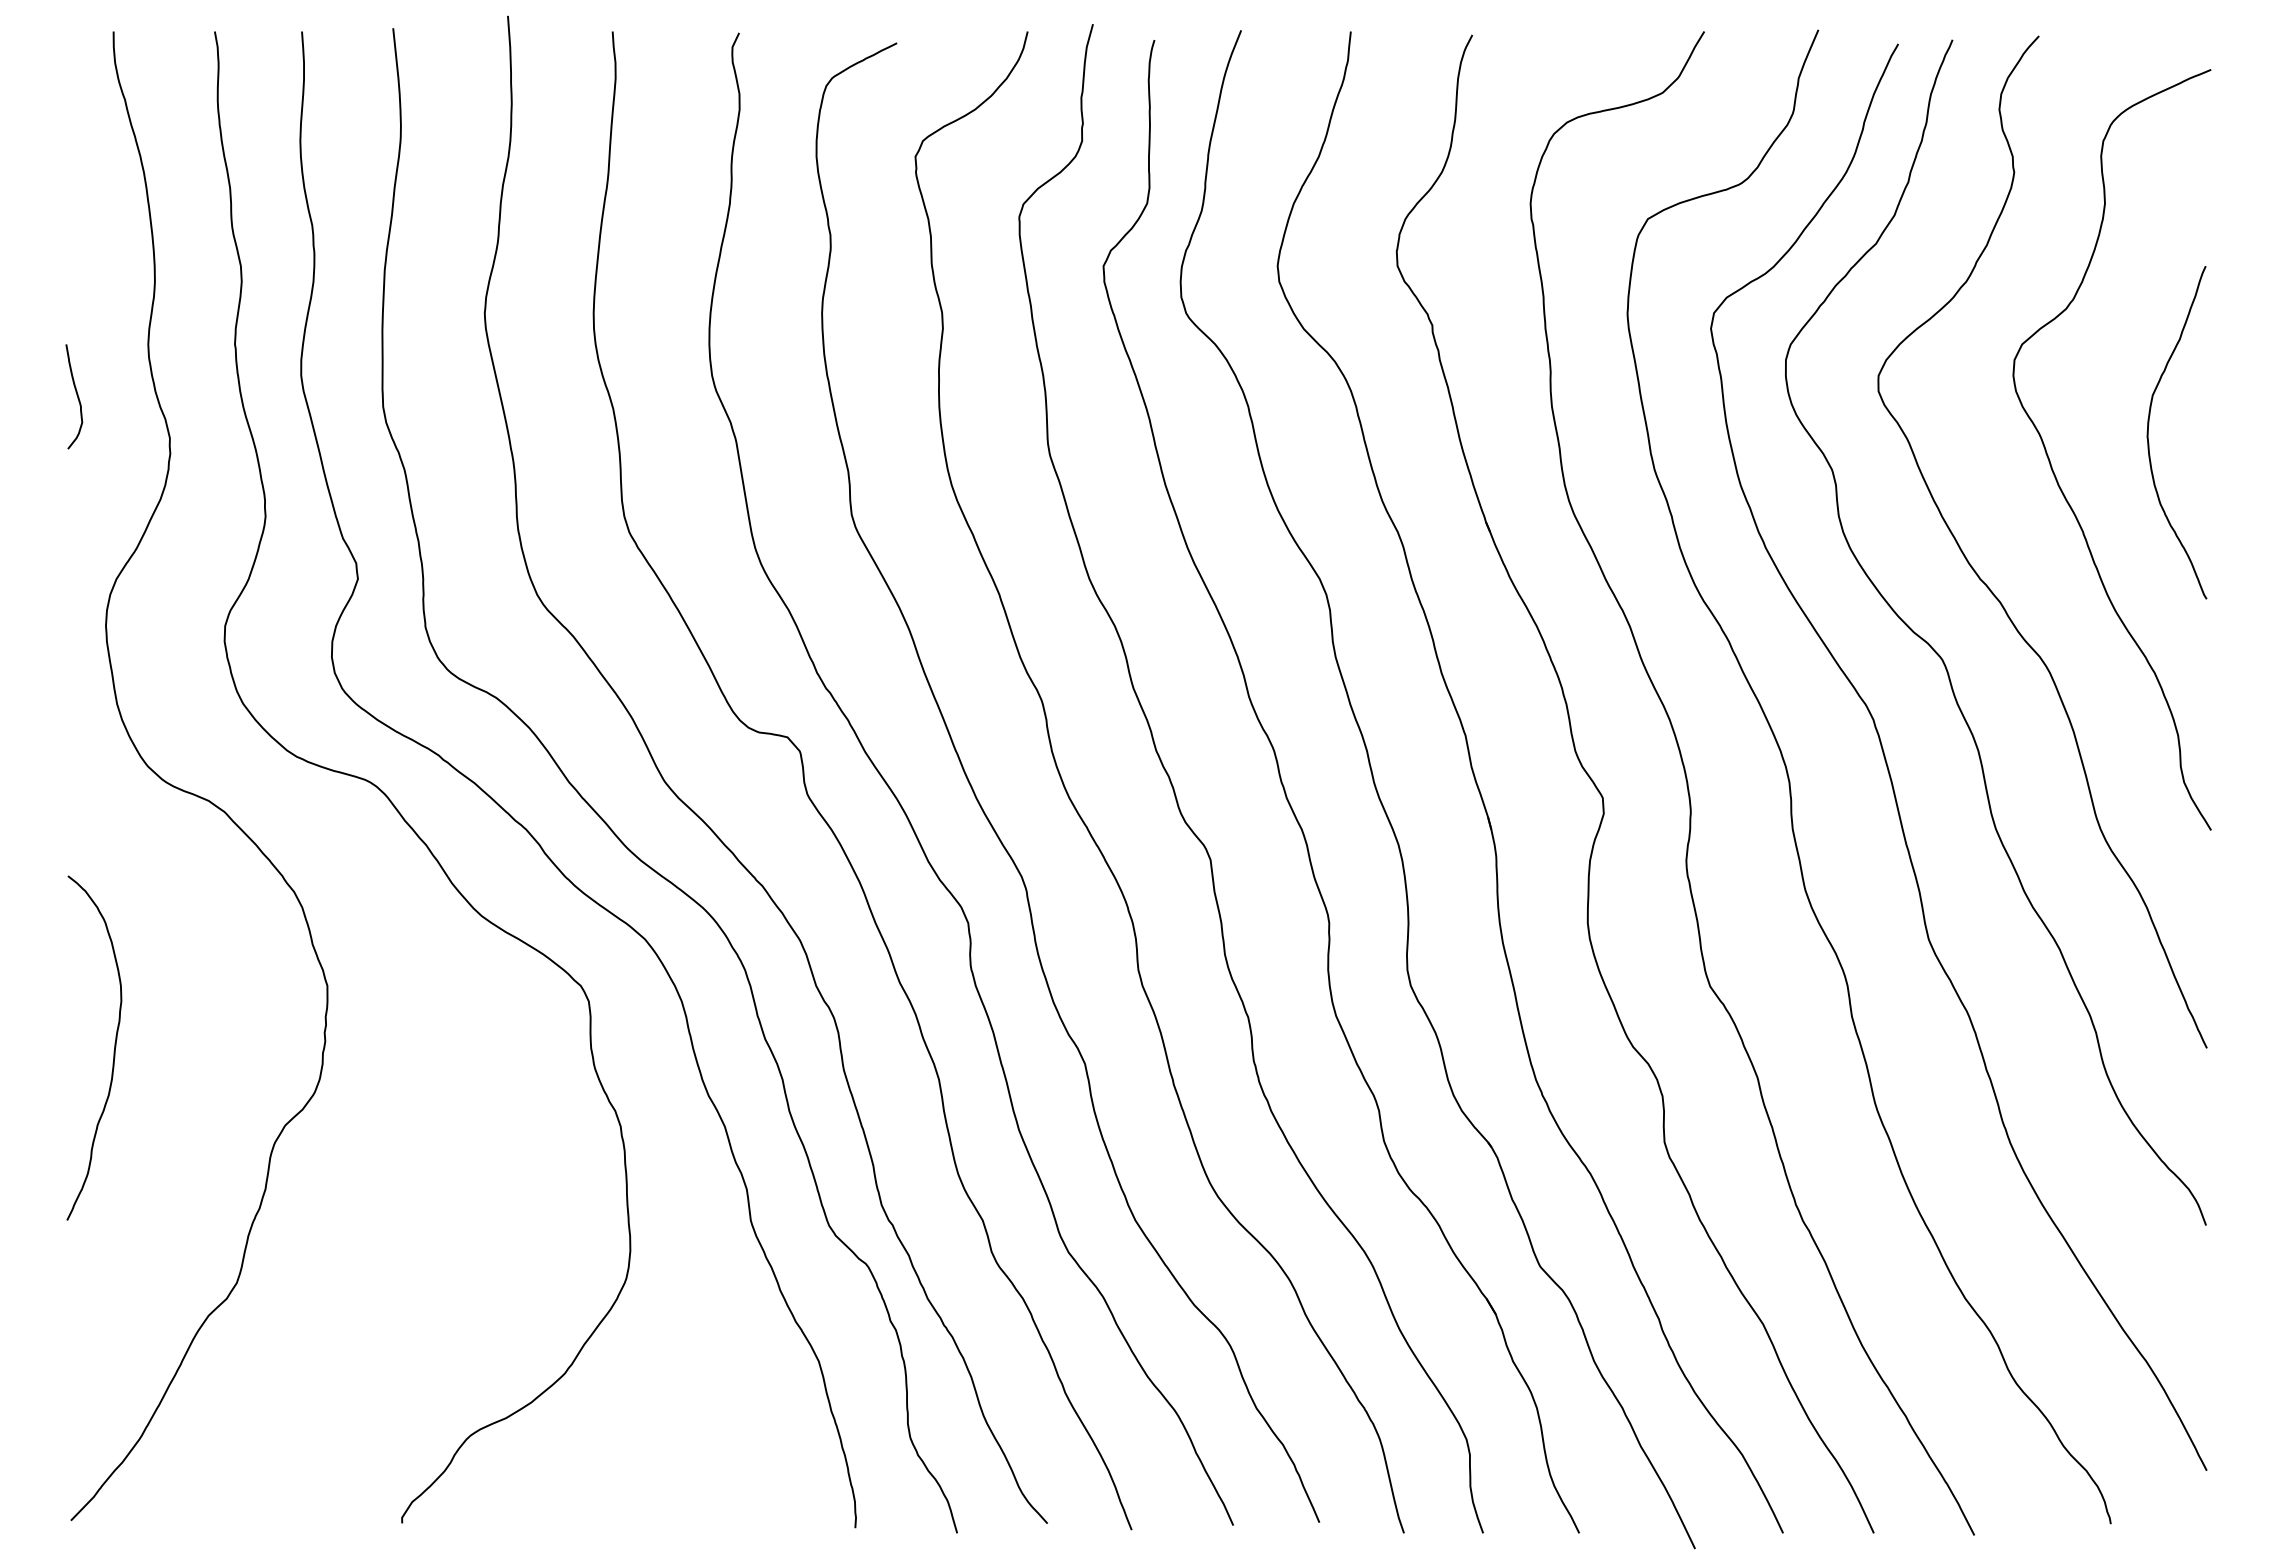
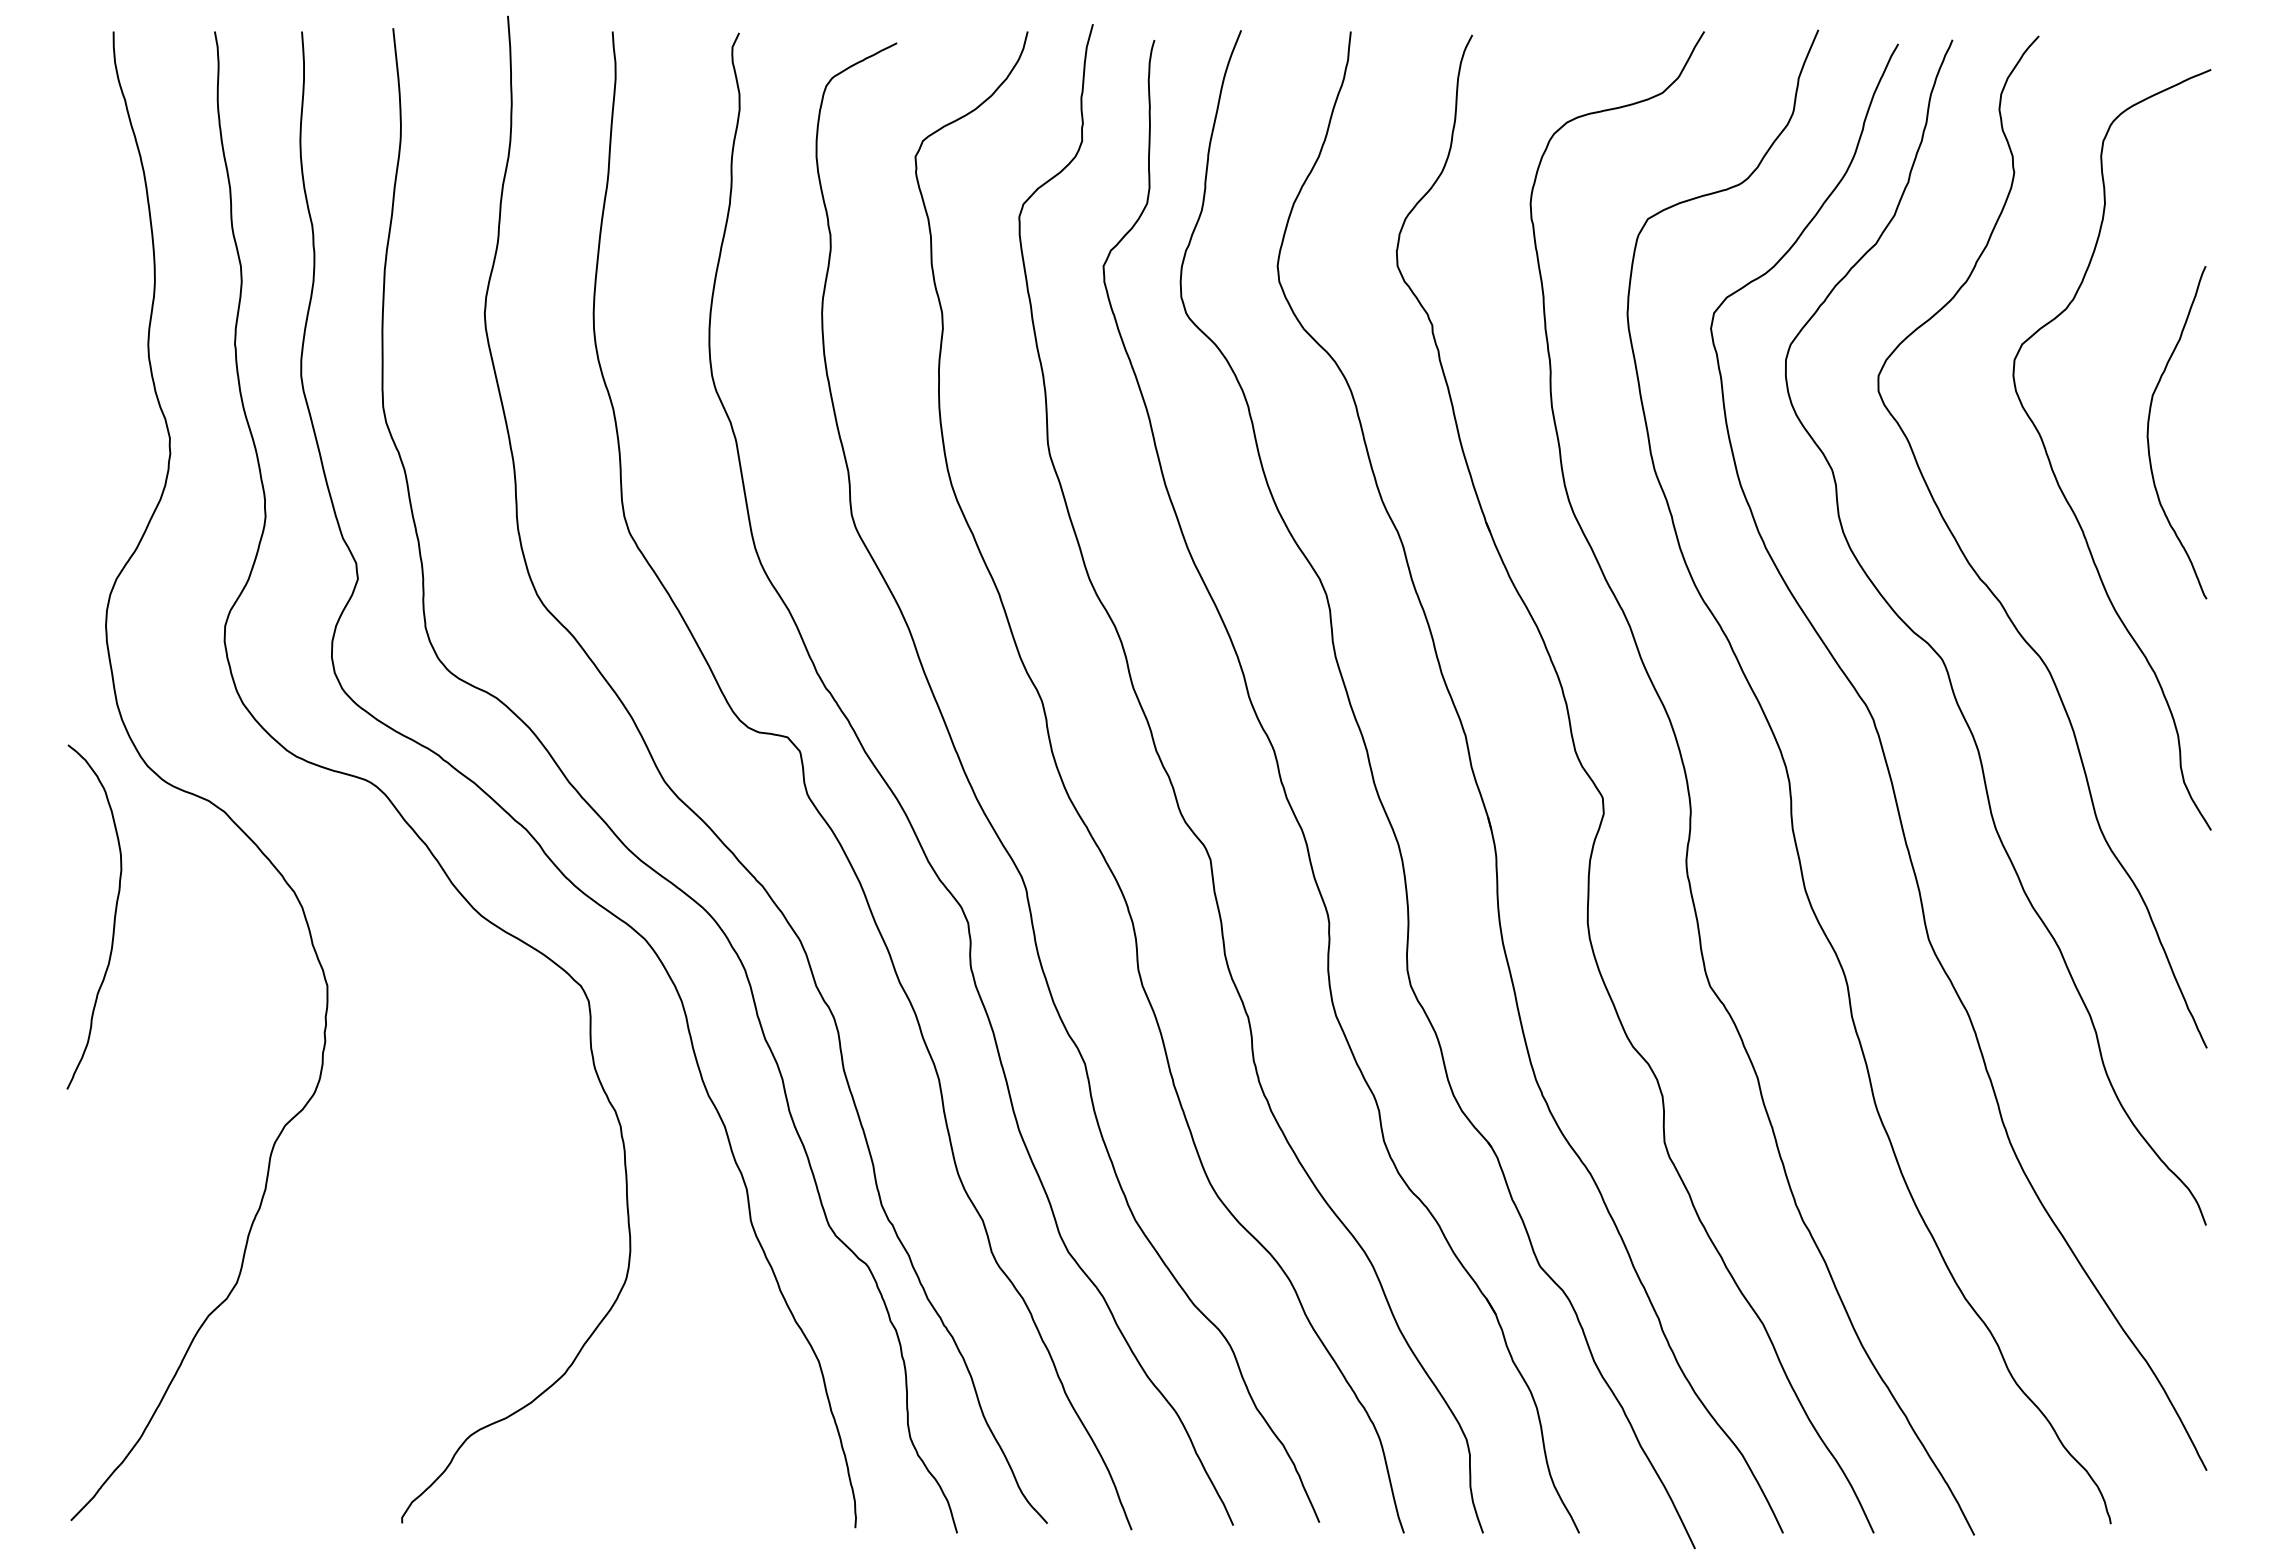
curve at (76, 395): present -> none
curve at (113, 1051) position: (113, 1051) -> (113, 920)
